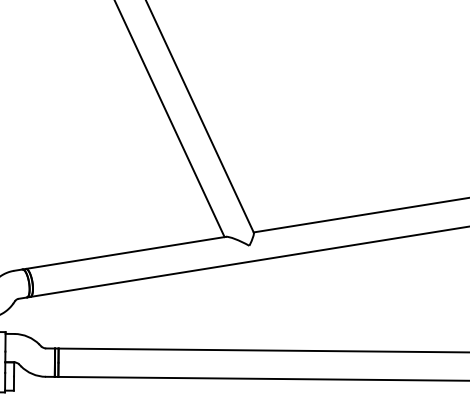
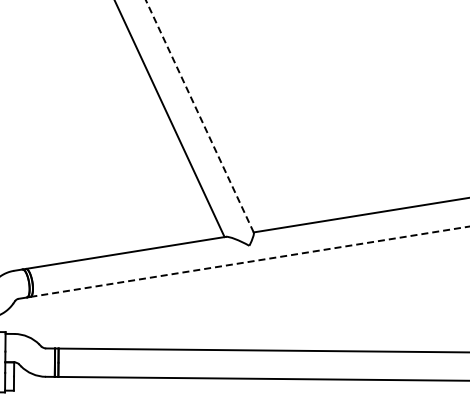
line at (200, 116): solid -> dashed
line at (250, 261): solid -> dashed
